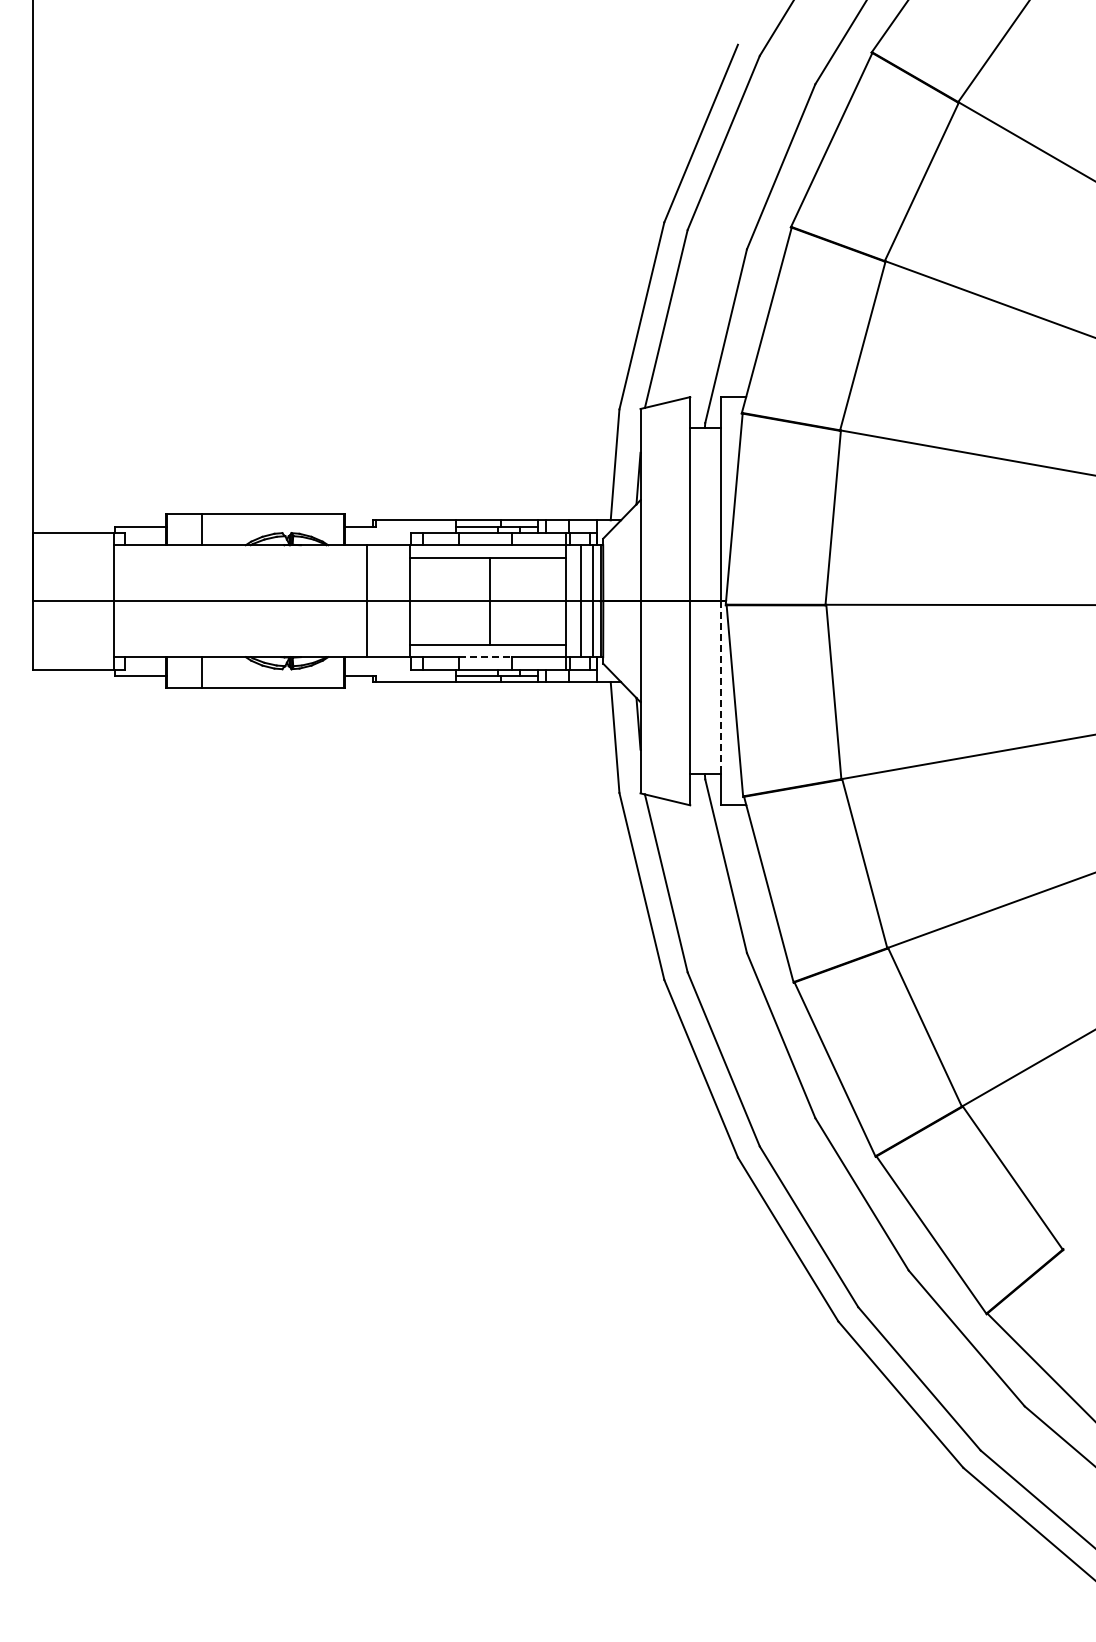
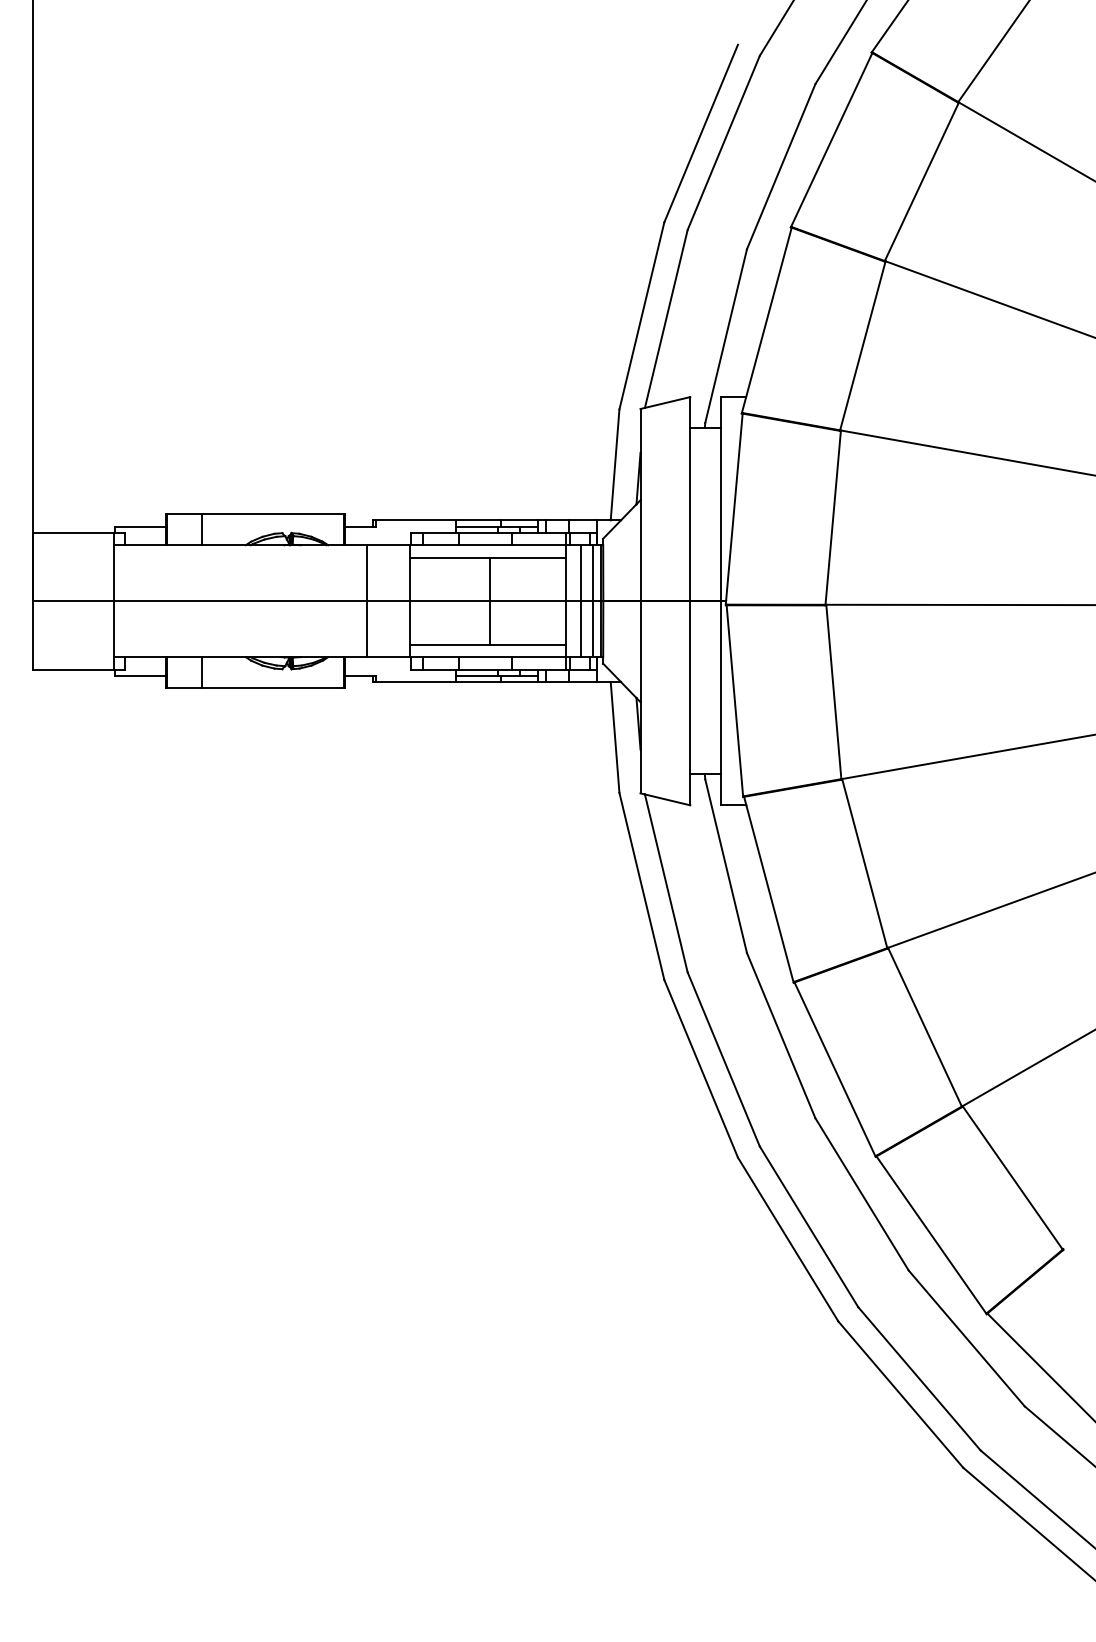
line at (485, 657): dashed -> solid
line at (721, 687): dashed -> solid
